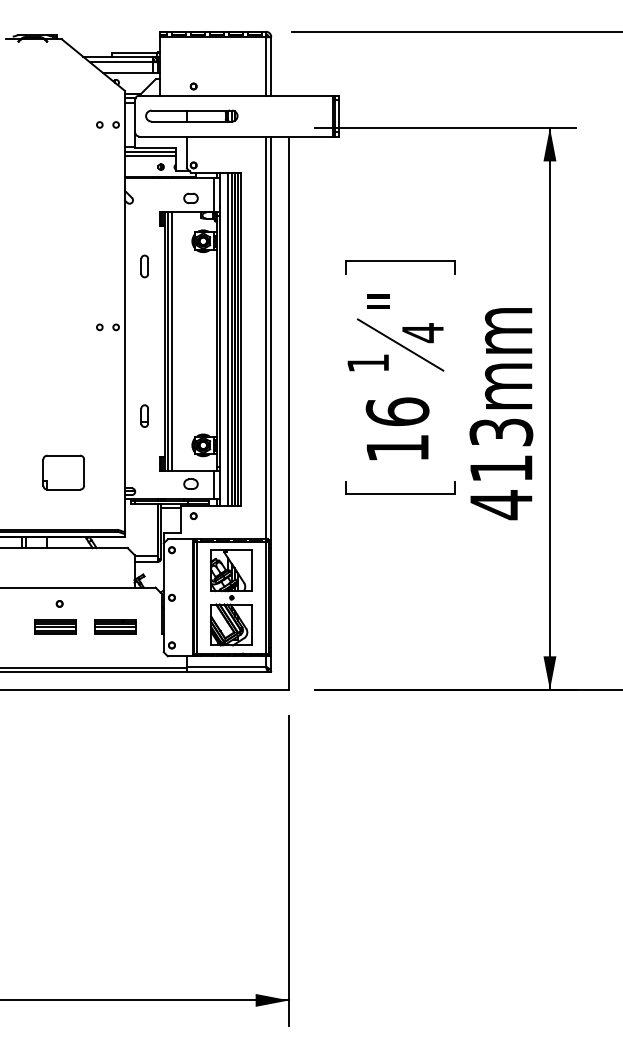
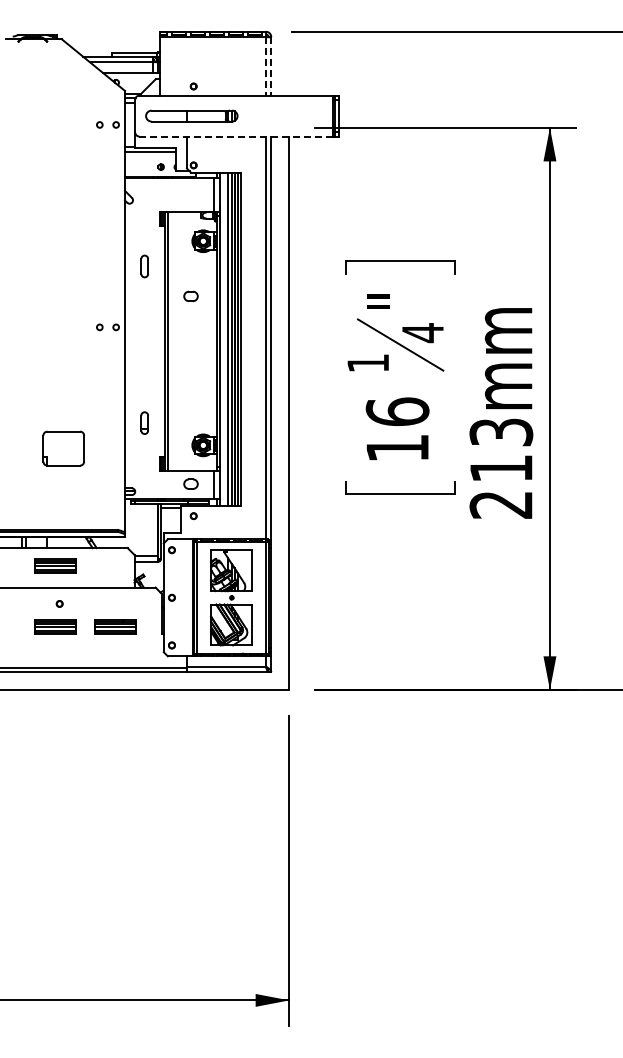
line at (265, 66): solid -> dashed
line at (271, 67): solid -> dashed
line at (235, 136): solid -> dashed
line at (150, 155): present -> none
part at (190, 197) position: (190, 197) -> (190, 295)
line at (171, 341): present -> none
part at (144, 415) position: (144, 415) -> (144, 422)
part at (63, 472) position: (63, 472) -> (63, 448)
text at (500, 505): 413mm -> 213mm
part at (55, 565): none -> present
